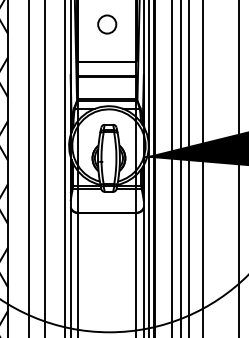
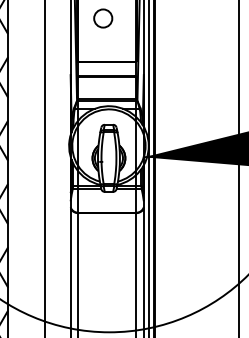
circle at (107, 24) position: (107, 24) -> (103, 18)
line at (29, 168): present -> none
line at (65, 168): present -> none
line at (172, 168): present -> none
line at (180, 168): present -> none
line at (189, 168): present -> none
line at (203, 168): present -> none
